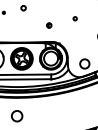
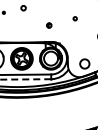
line at (25, 79): solid -> dashed
circle at (17, 116): present -> none
